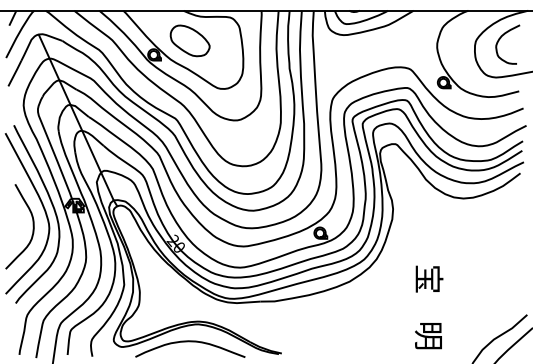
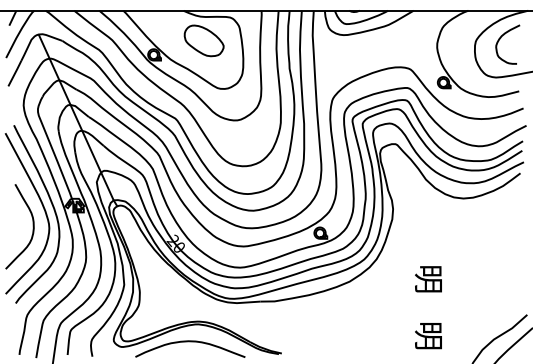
part at (189, 40) position: (189, 40) -> (203, 40)
text at (429, 278): 宝 -> 明
